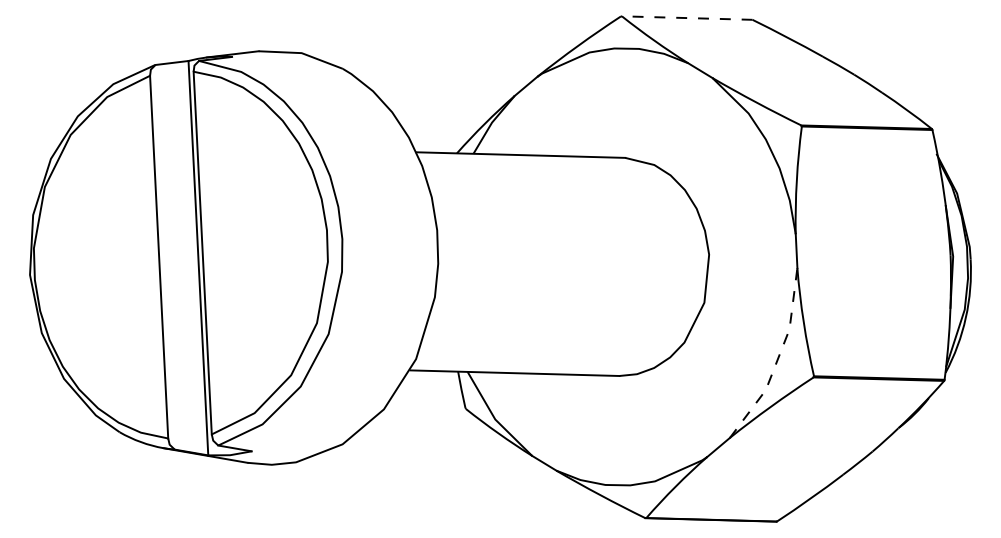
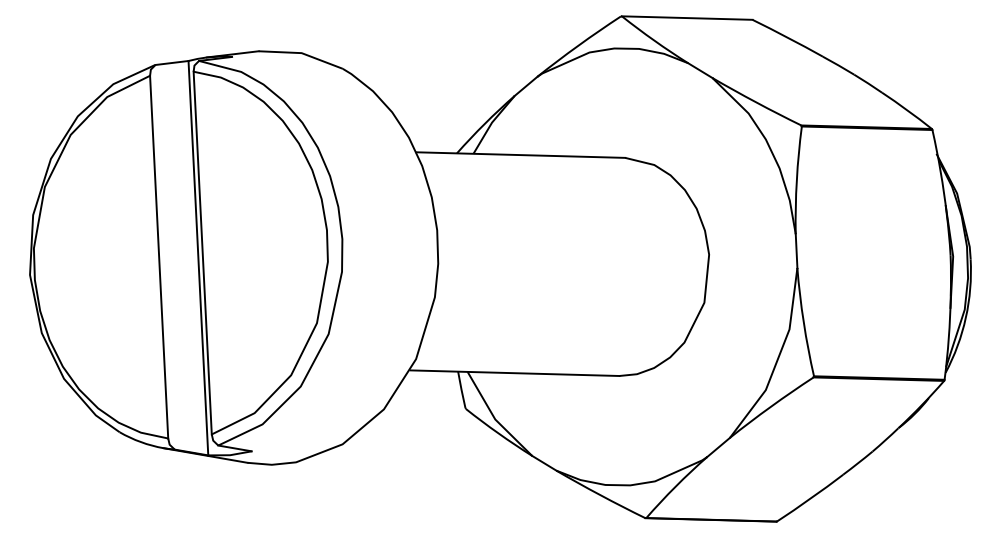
line at (686, 18): dashed -> solid
line at (778, 358): dashed -> solid
